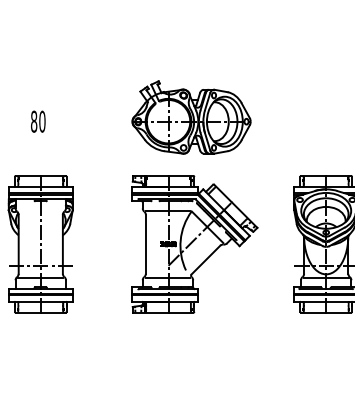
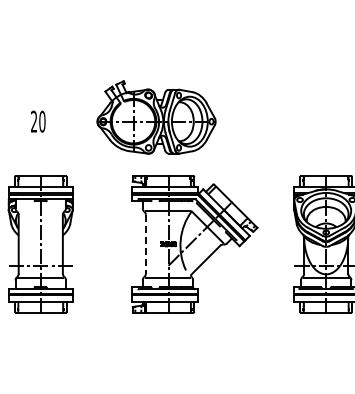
part at (191, 117) position: (191, 117) -> (156, 117)
text at (34, 121): 80 -> 20
line at (145, 244): solid -> dashed
